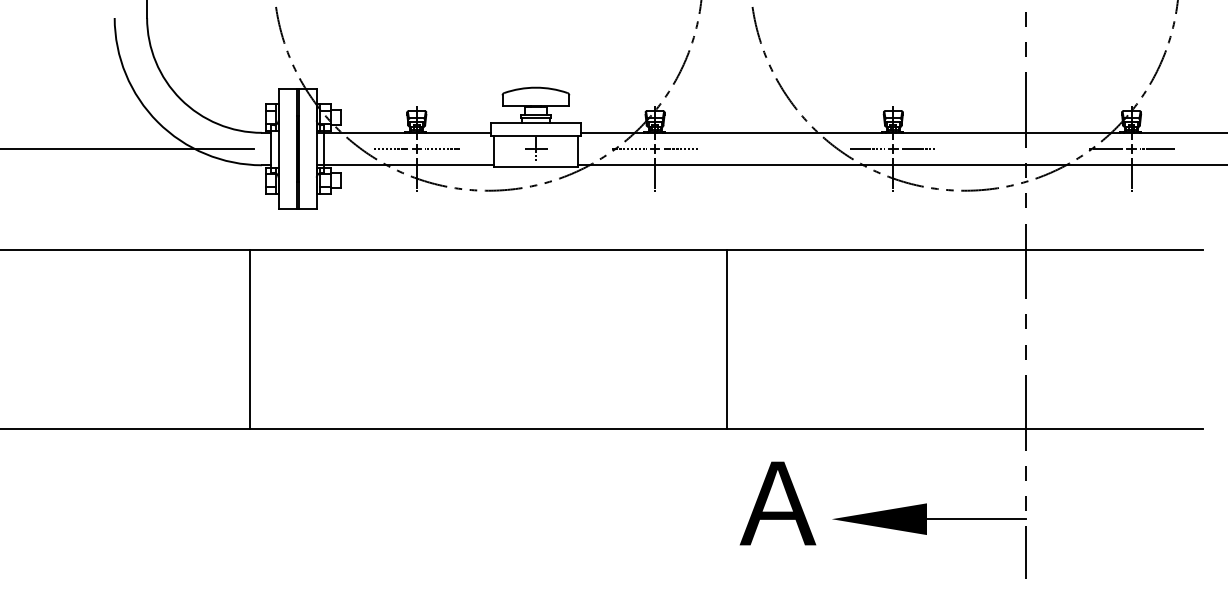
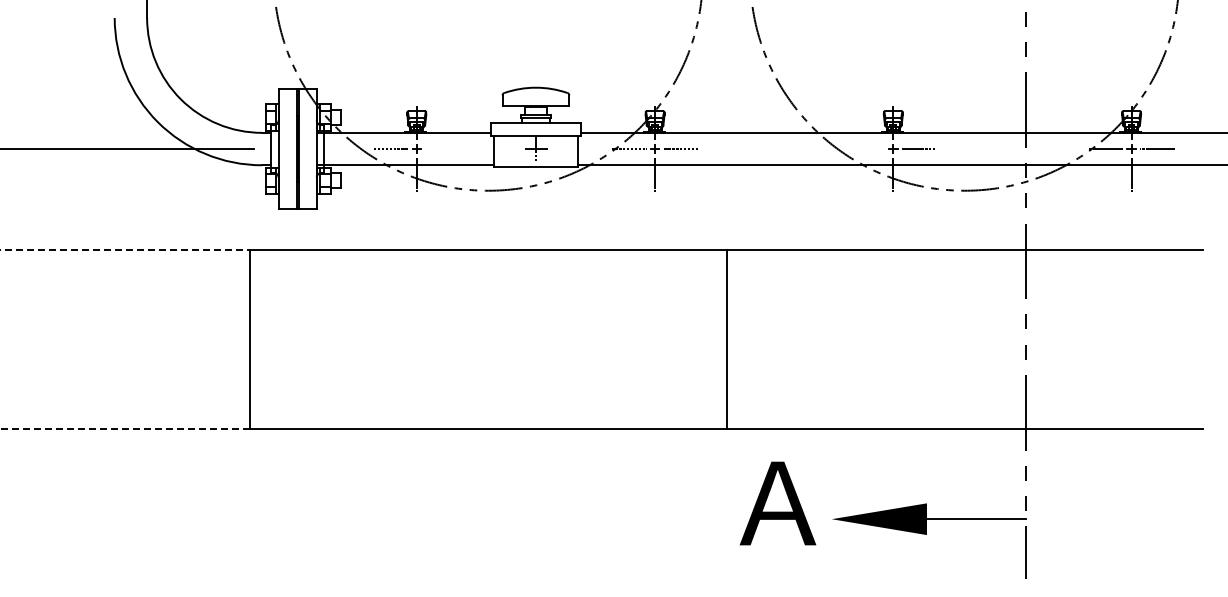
line at (442, 149): present -> none
line at (867, 149): present -> none
line at (125, 250): solid -> dashed
line at (125, 429): solid -> dashed
